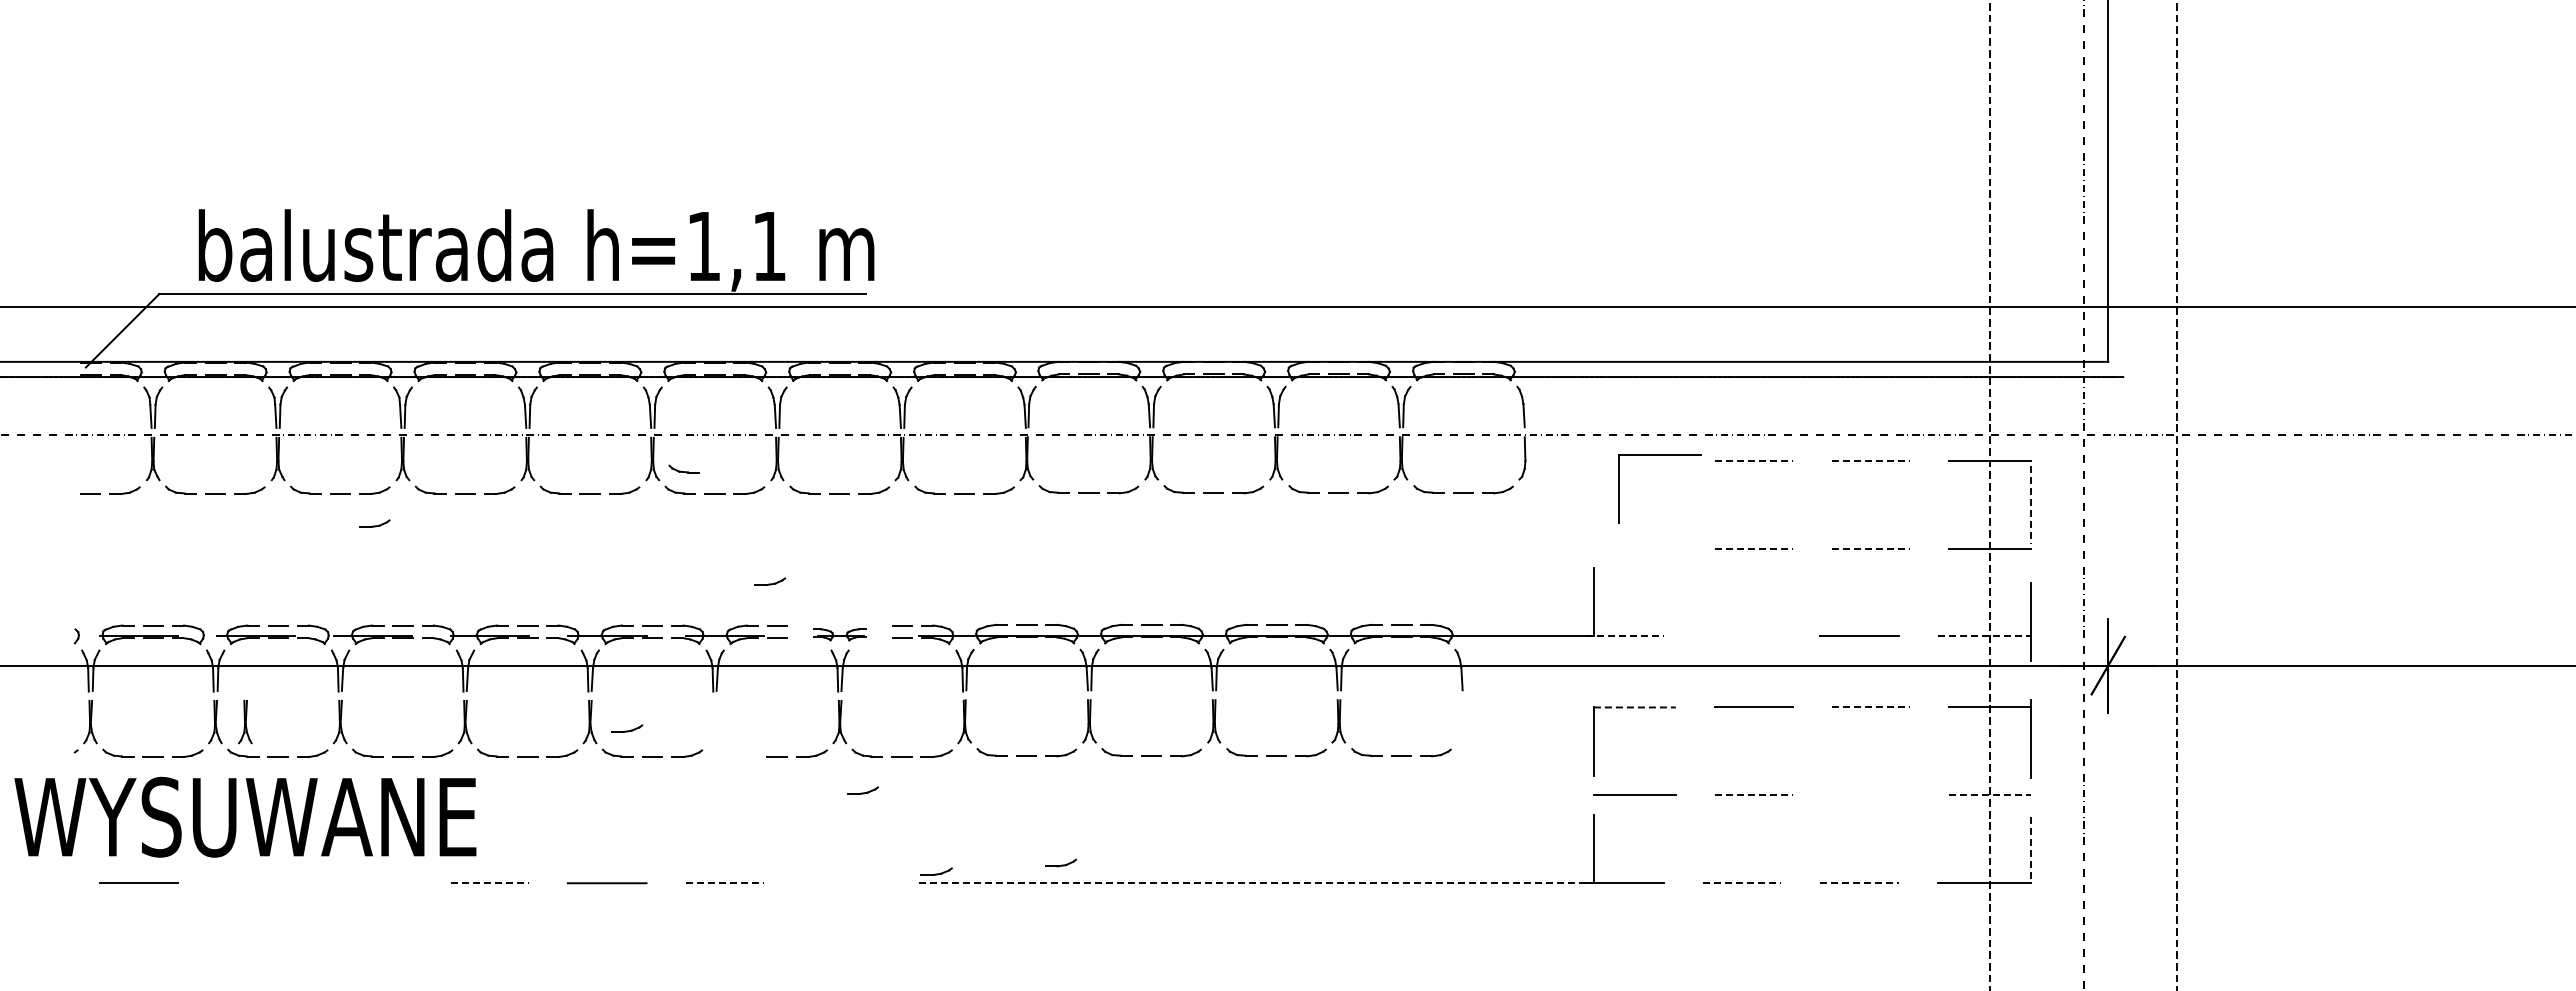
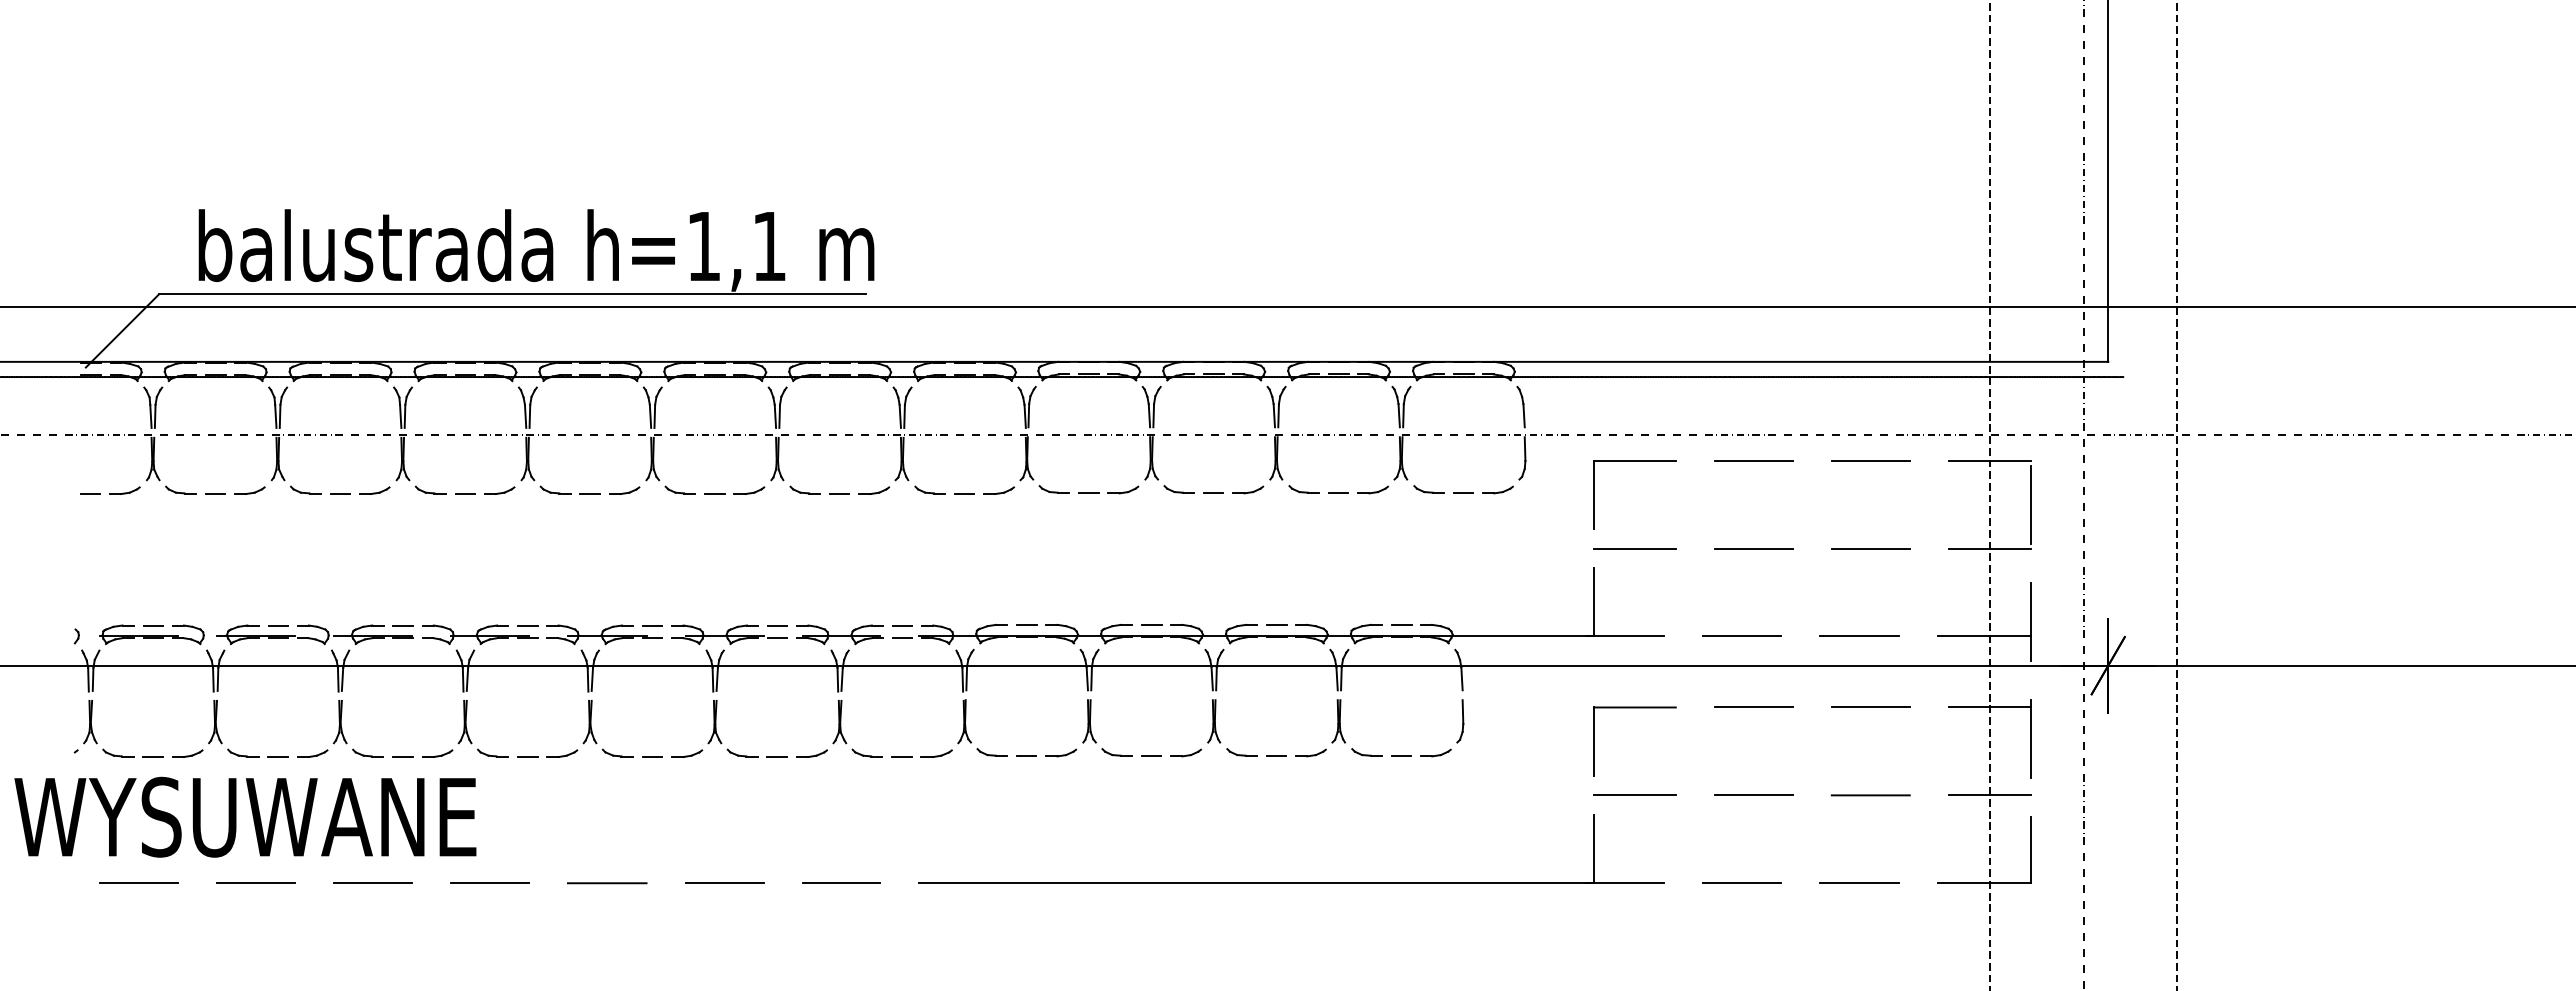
part at (1659, 455) position: (1659, 455) -> (1634, 461)
line at (1753, 461): dashed -> solid
line at (1870, 461): dashed -> solid
part at (683, 468): present -> none
line at (2030, 505): dashed -> solid
part at (374, 523): present -> none
line at (1634, 548): none -> present
line at (1753, 548): dashed -> solid
line at (1870, 548): dashed -> solid
part at (770, 581): present -> none
part at (839, 634) size: 54x14 px -> 88x22 px
line at (1624, 636): dashed -> solid
line at (1741, 636): none -> present
line at (1984, 636): dashed -> solid
line at (1634, 707): dashed -> solid
line at (1870, 707): dashed -> solid
part at (1460, 721): none -> present
part at (245, 722): present -> none
part at (627, 728): present -> none
part at (718, 735): none -> present
part at (862, 790): present -> none
line at (1753, 795): dashed -> solid
line at (1870, 795): none -> present
line at (1989, 795): dashed -> solid
line at (2030, 850): dashed -> solid
part at (1061, 862): present -> none
part at (936, 871): present -> none
line at (372, 882): none -> present
line at (255, 883): none -> present
line at (489, 883): dashed -> solid
line at (724, 883): dashed -> solid
line at (841, 883): none -> present
line at (1257, 883): dashed -> solid
line at (1741, 883): dashed -> solid
line at (1859, 883): dashed -> solid
